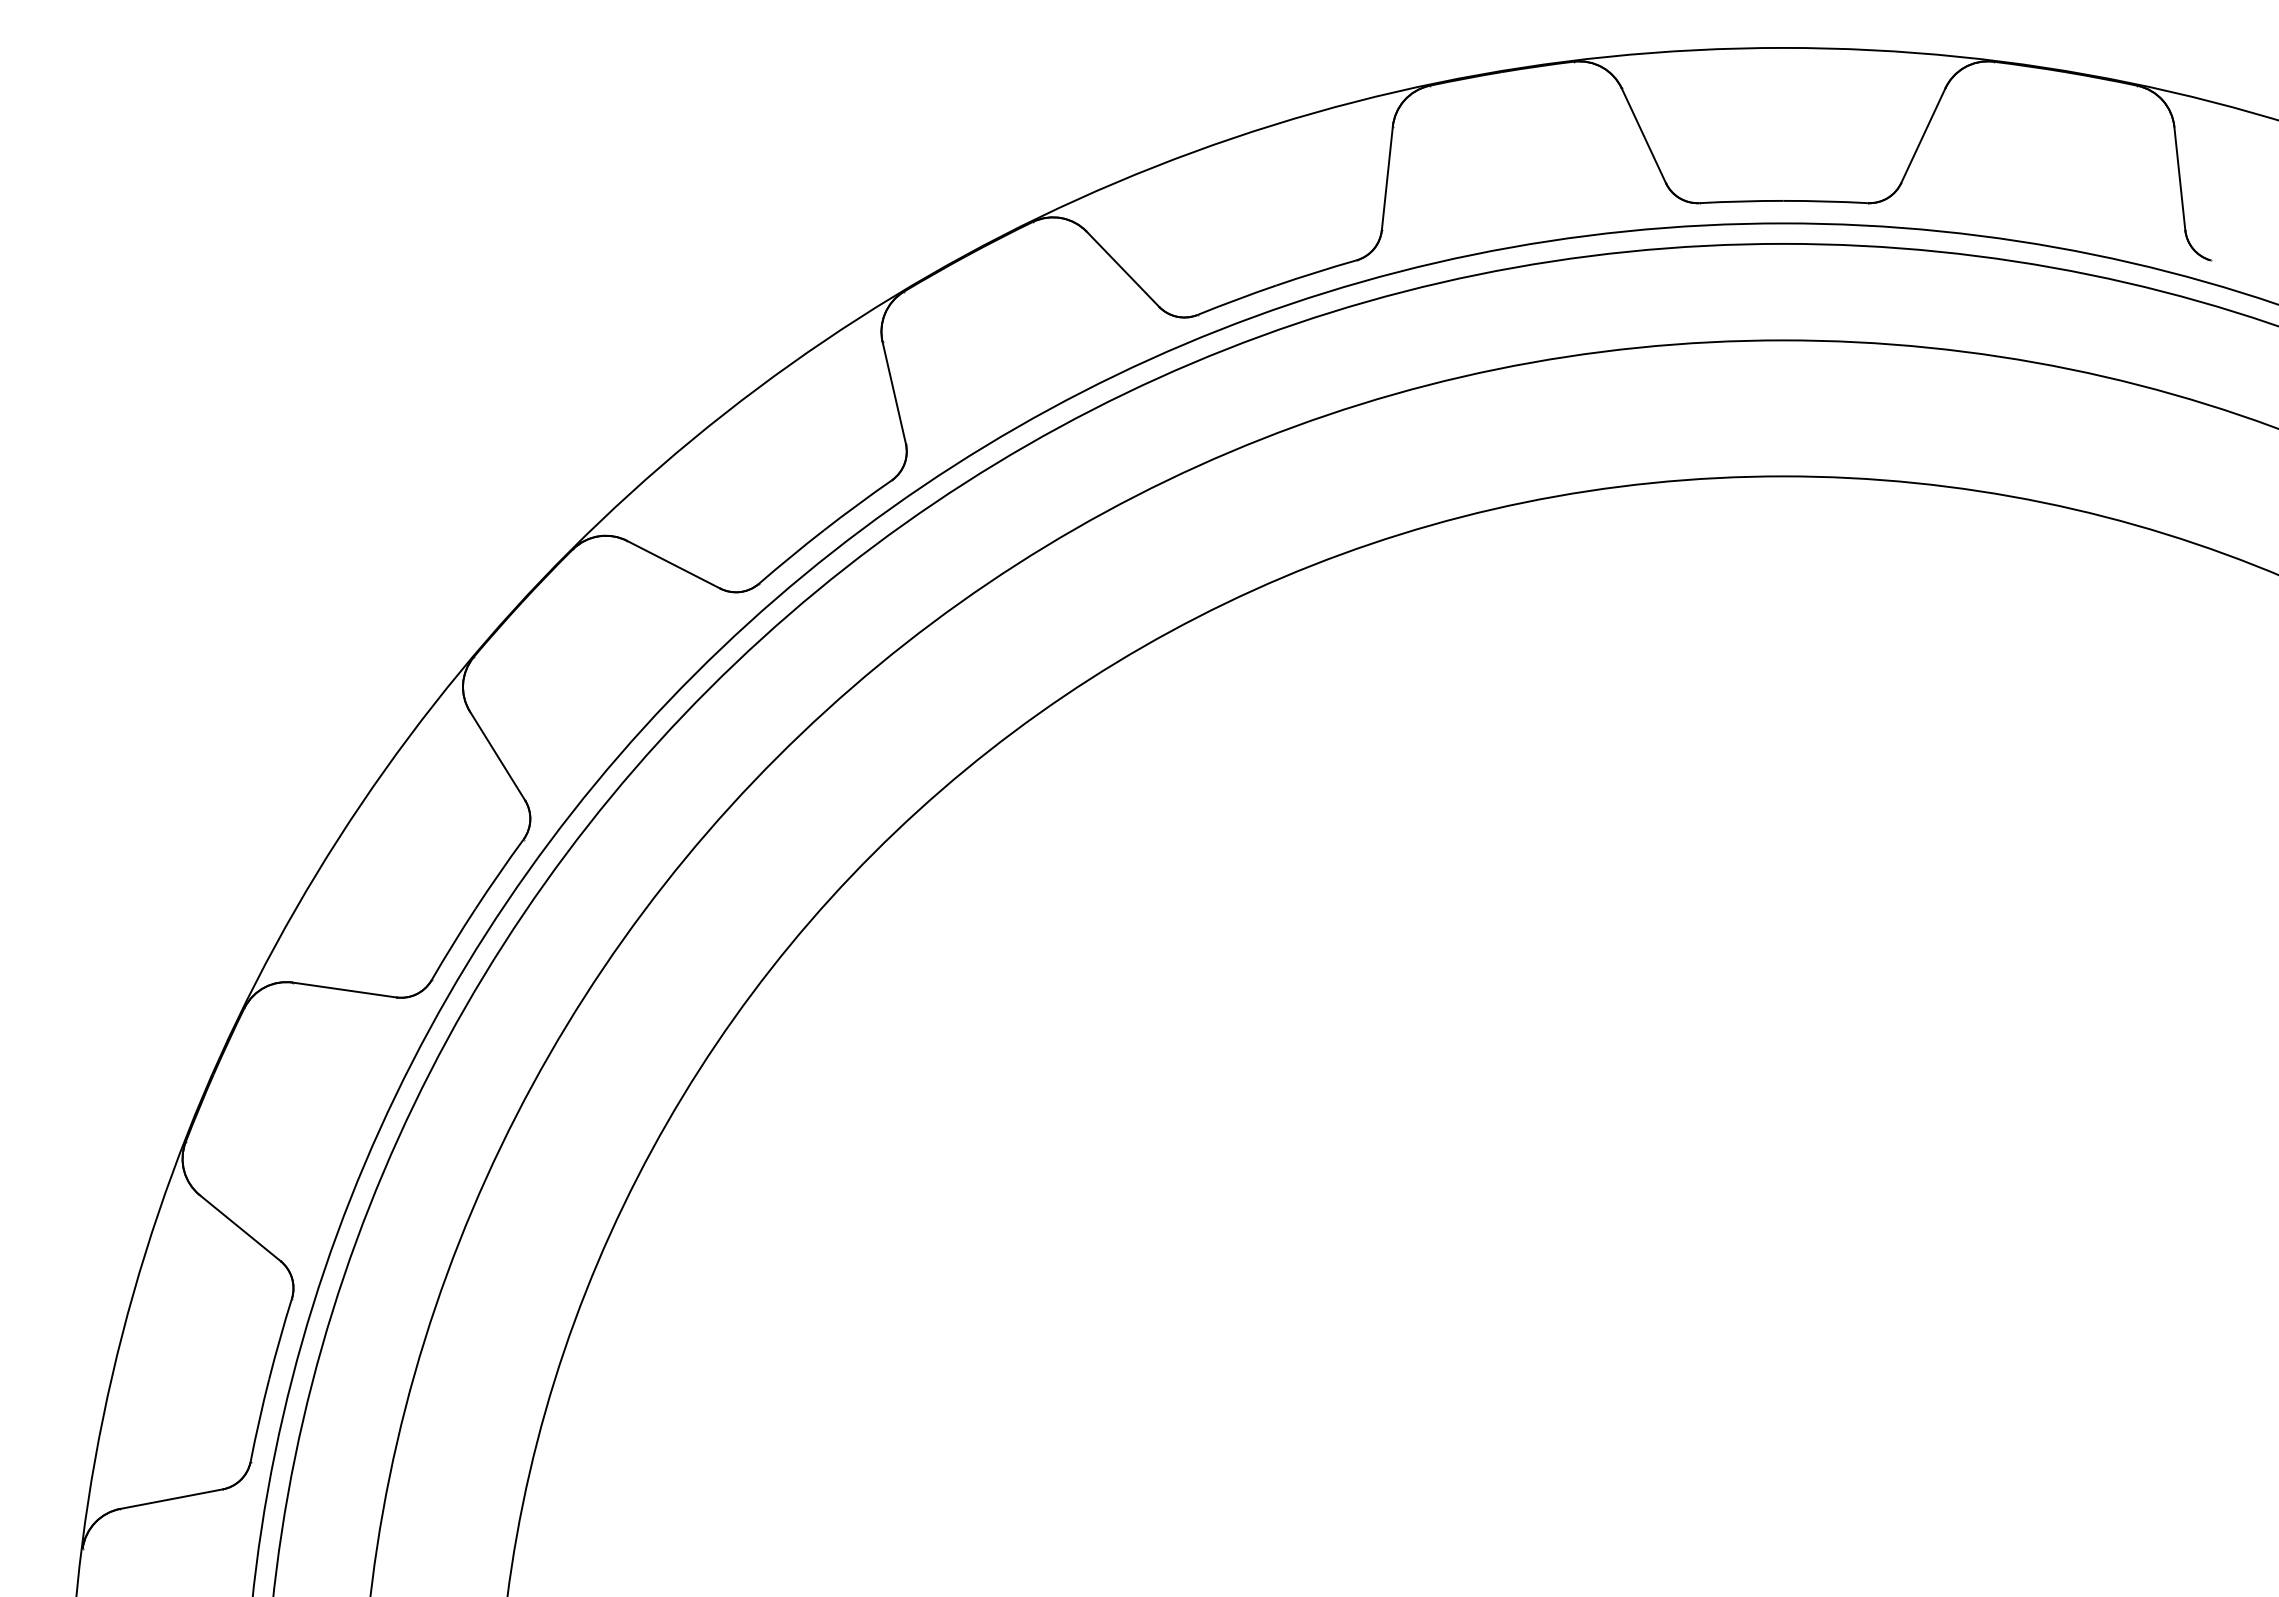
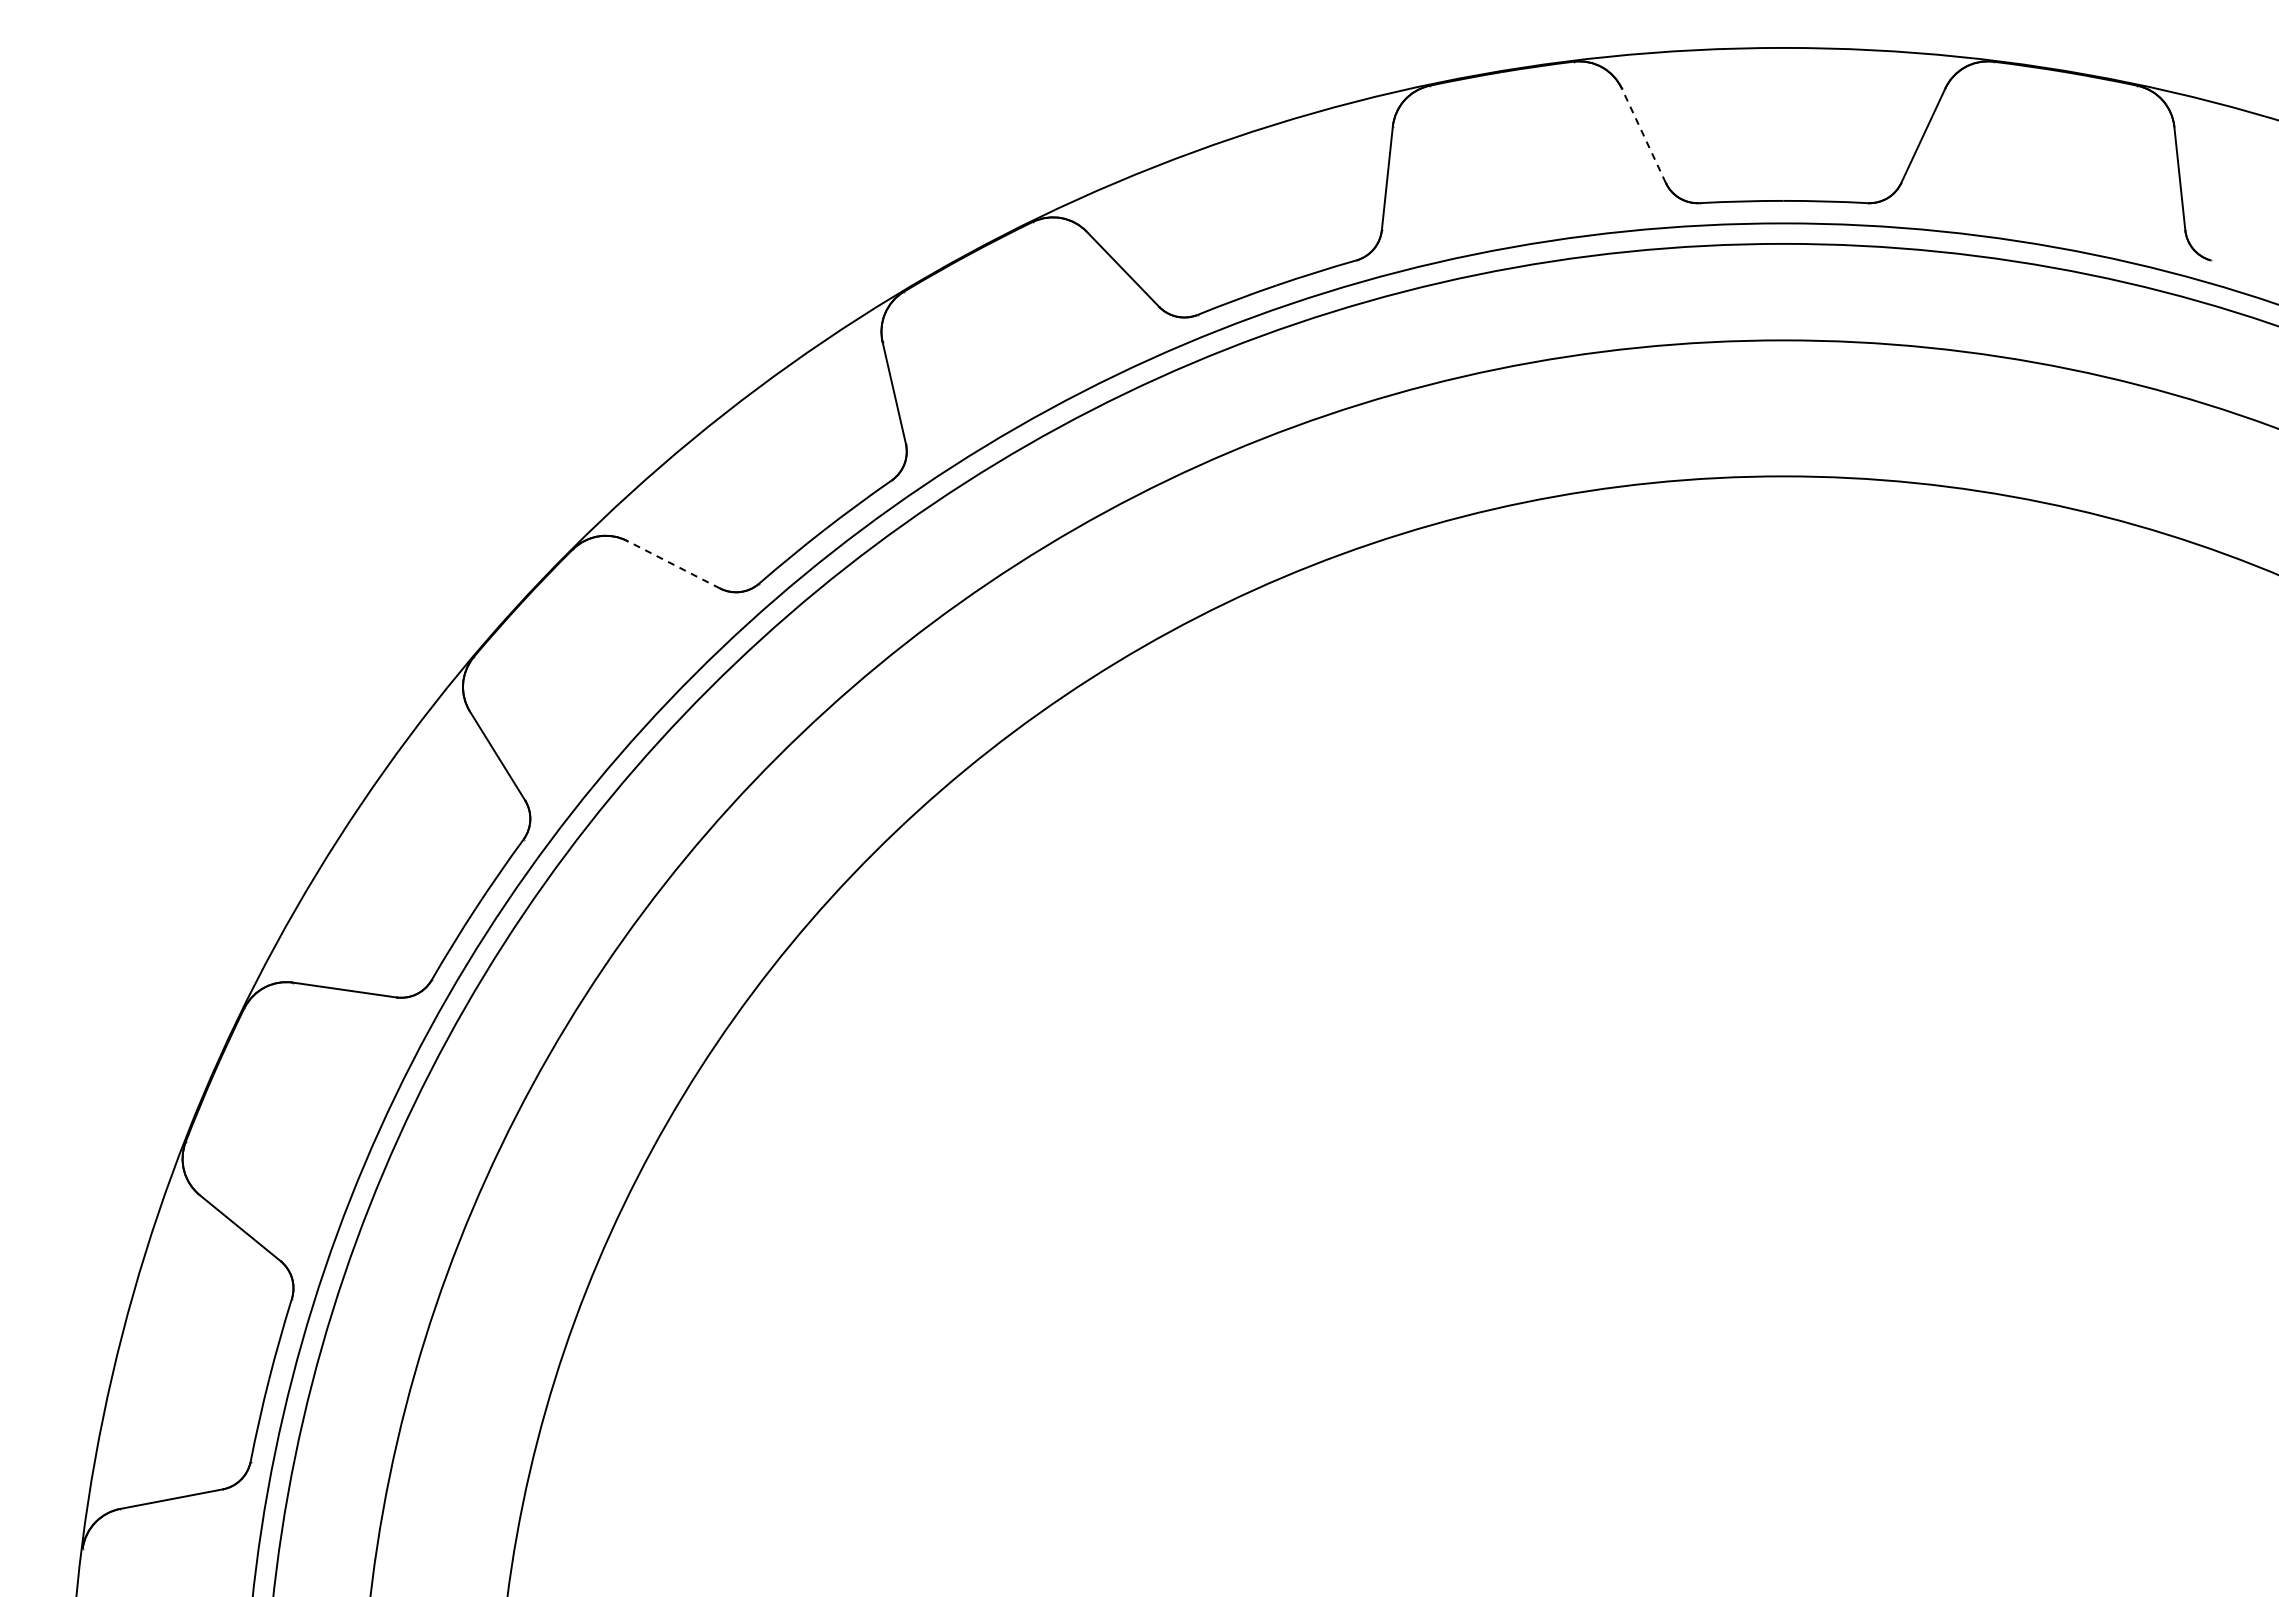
line at (1643, 135): solid -> dashed
line at (673, 564): solid -> dashed
